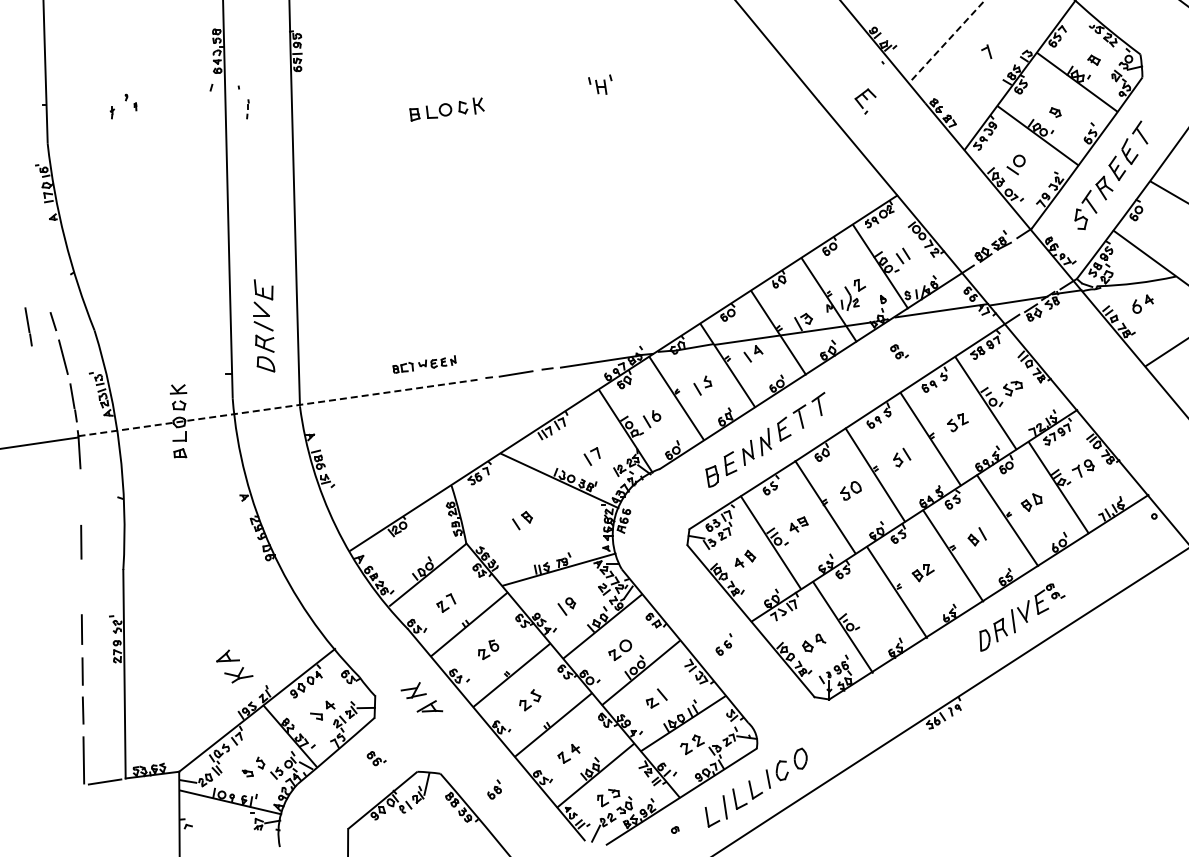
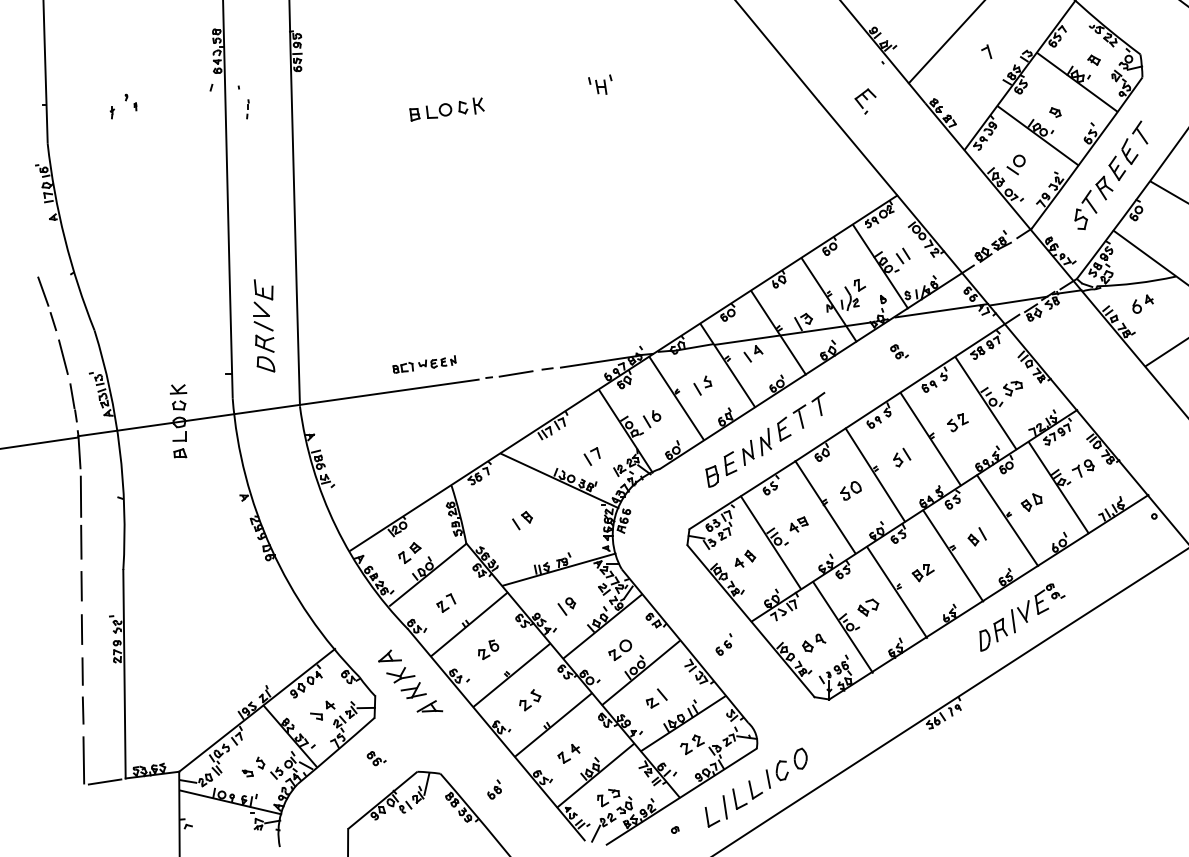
line at (946, 42): dashed -> solid
line at (43, 291): none -> present
line at (28, 326): present -> none
line at (279, 407): dashed -> solid
line at (80, 496): none -> present
part at (409, 553): none -> present
line at (81, 586): none -> present
part at (868, 607): none -> present
part at (234, 666) position: (234, 666) -> (396, 666)
